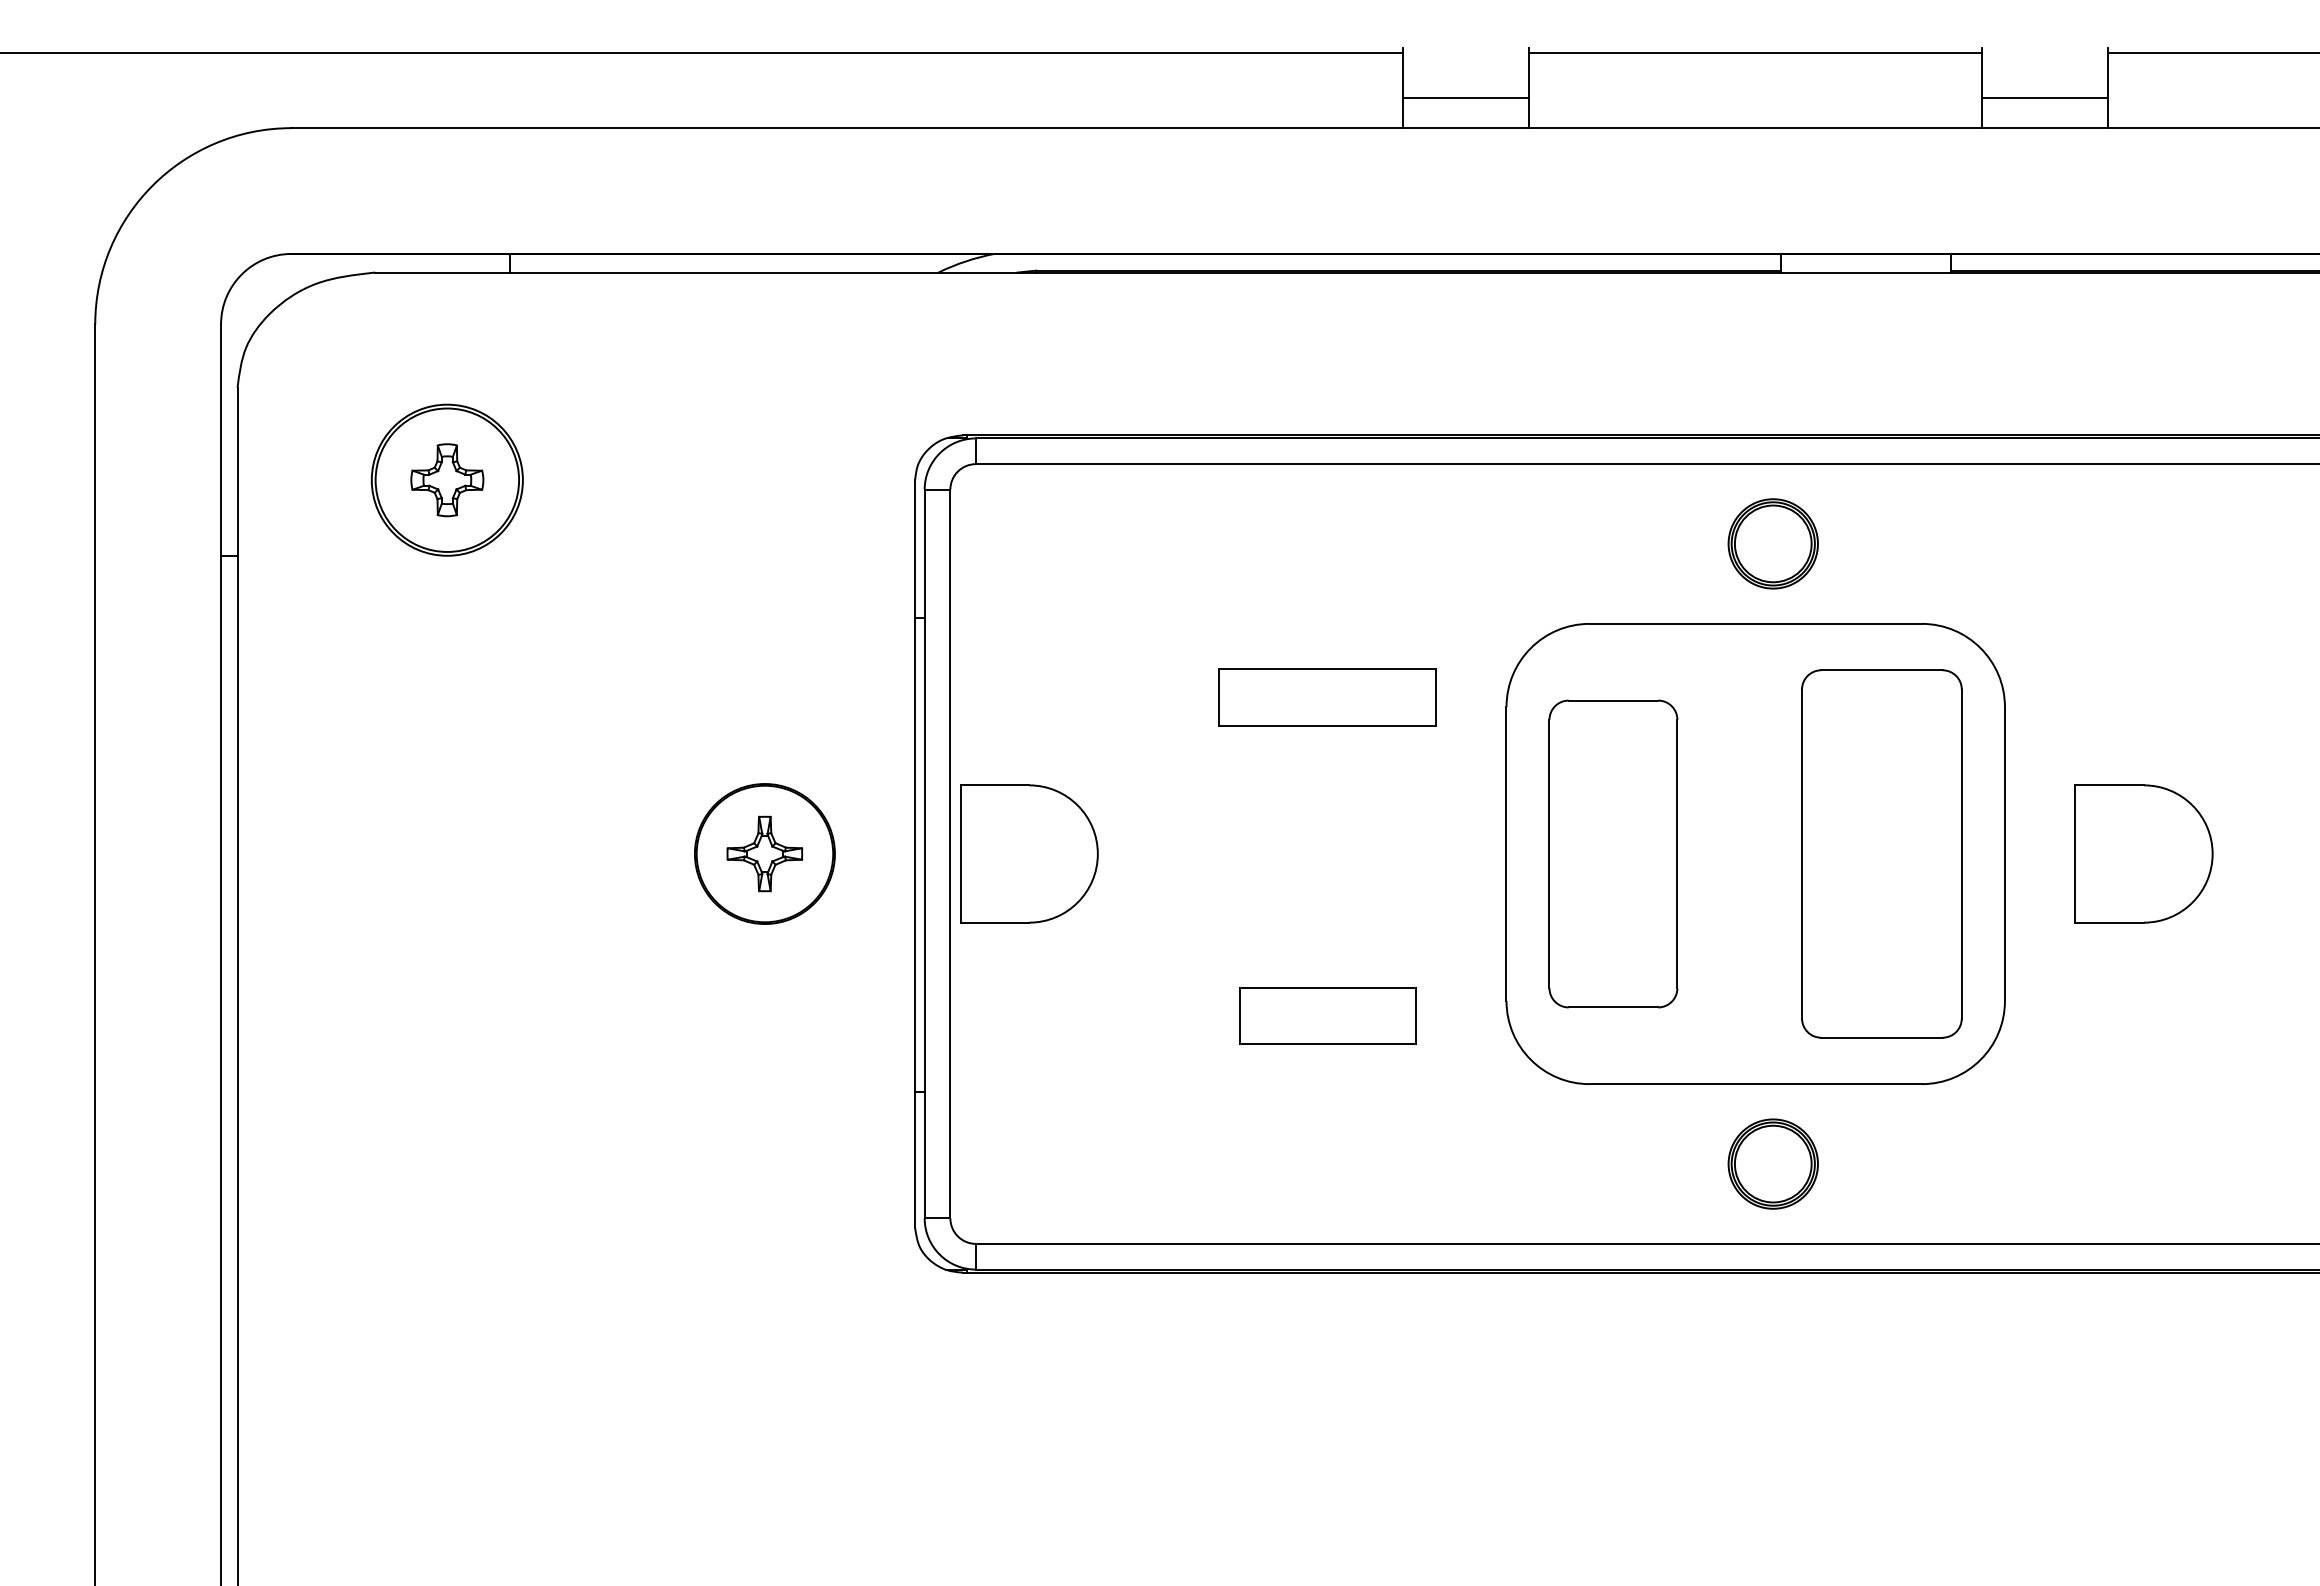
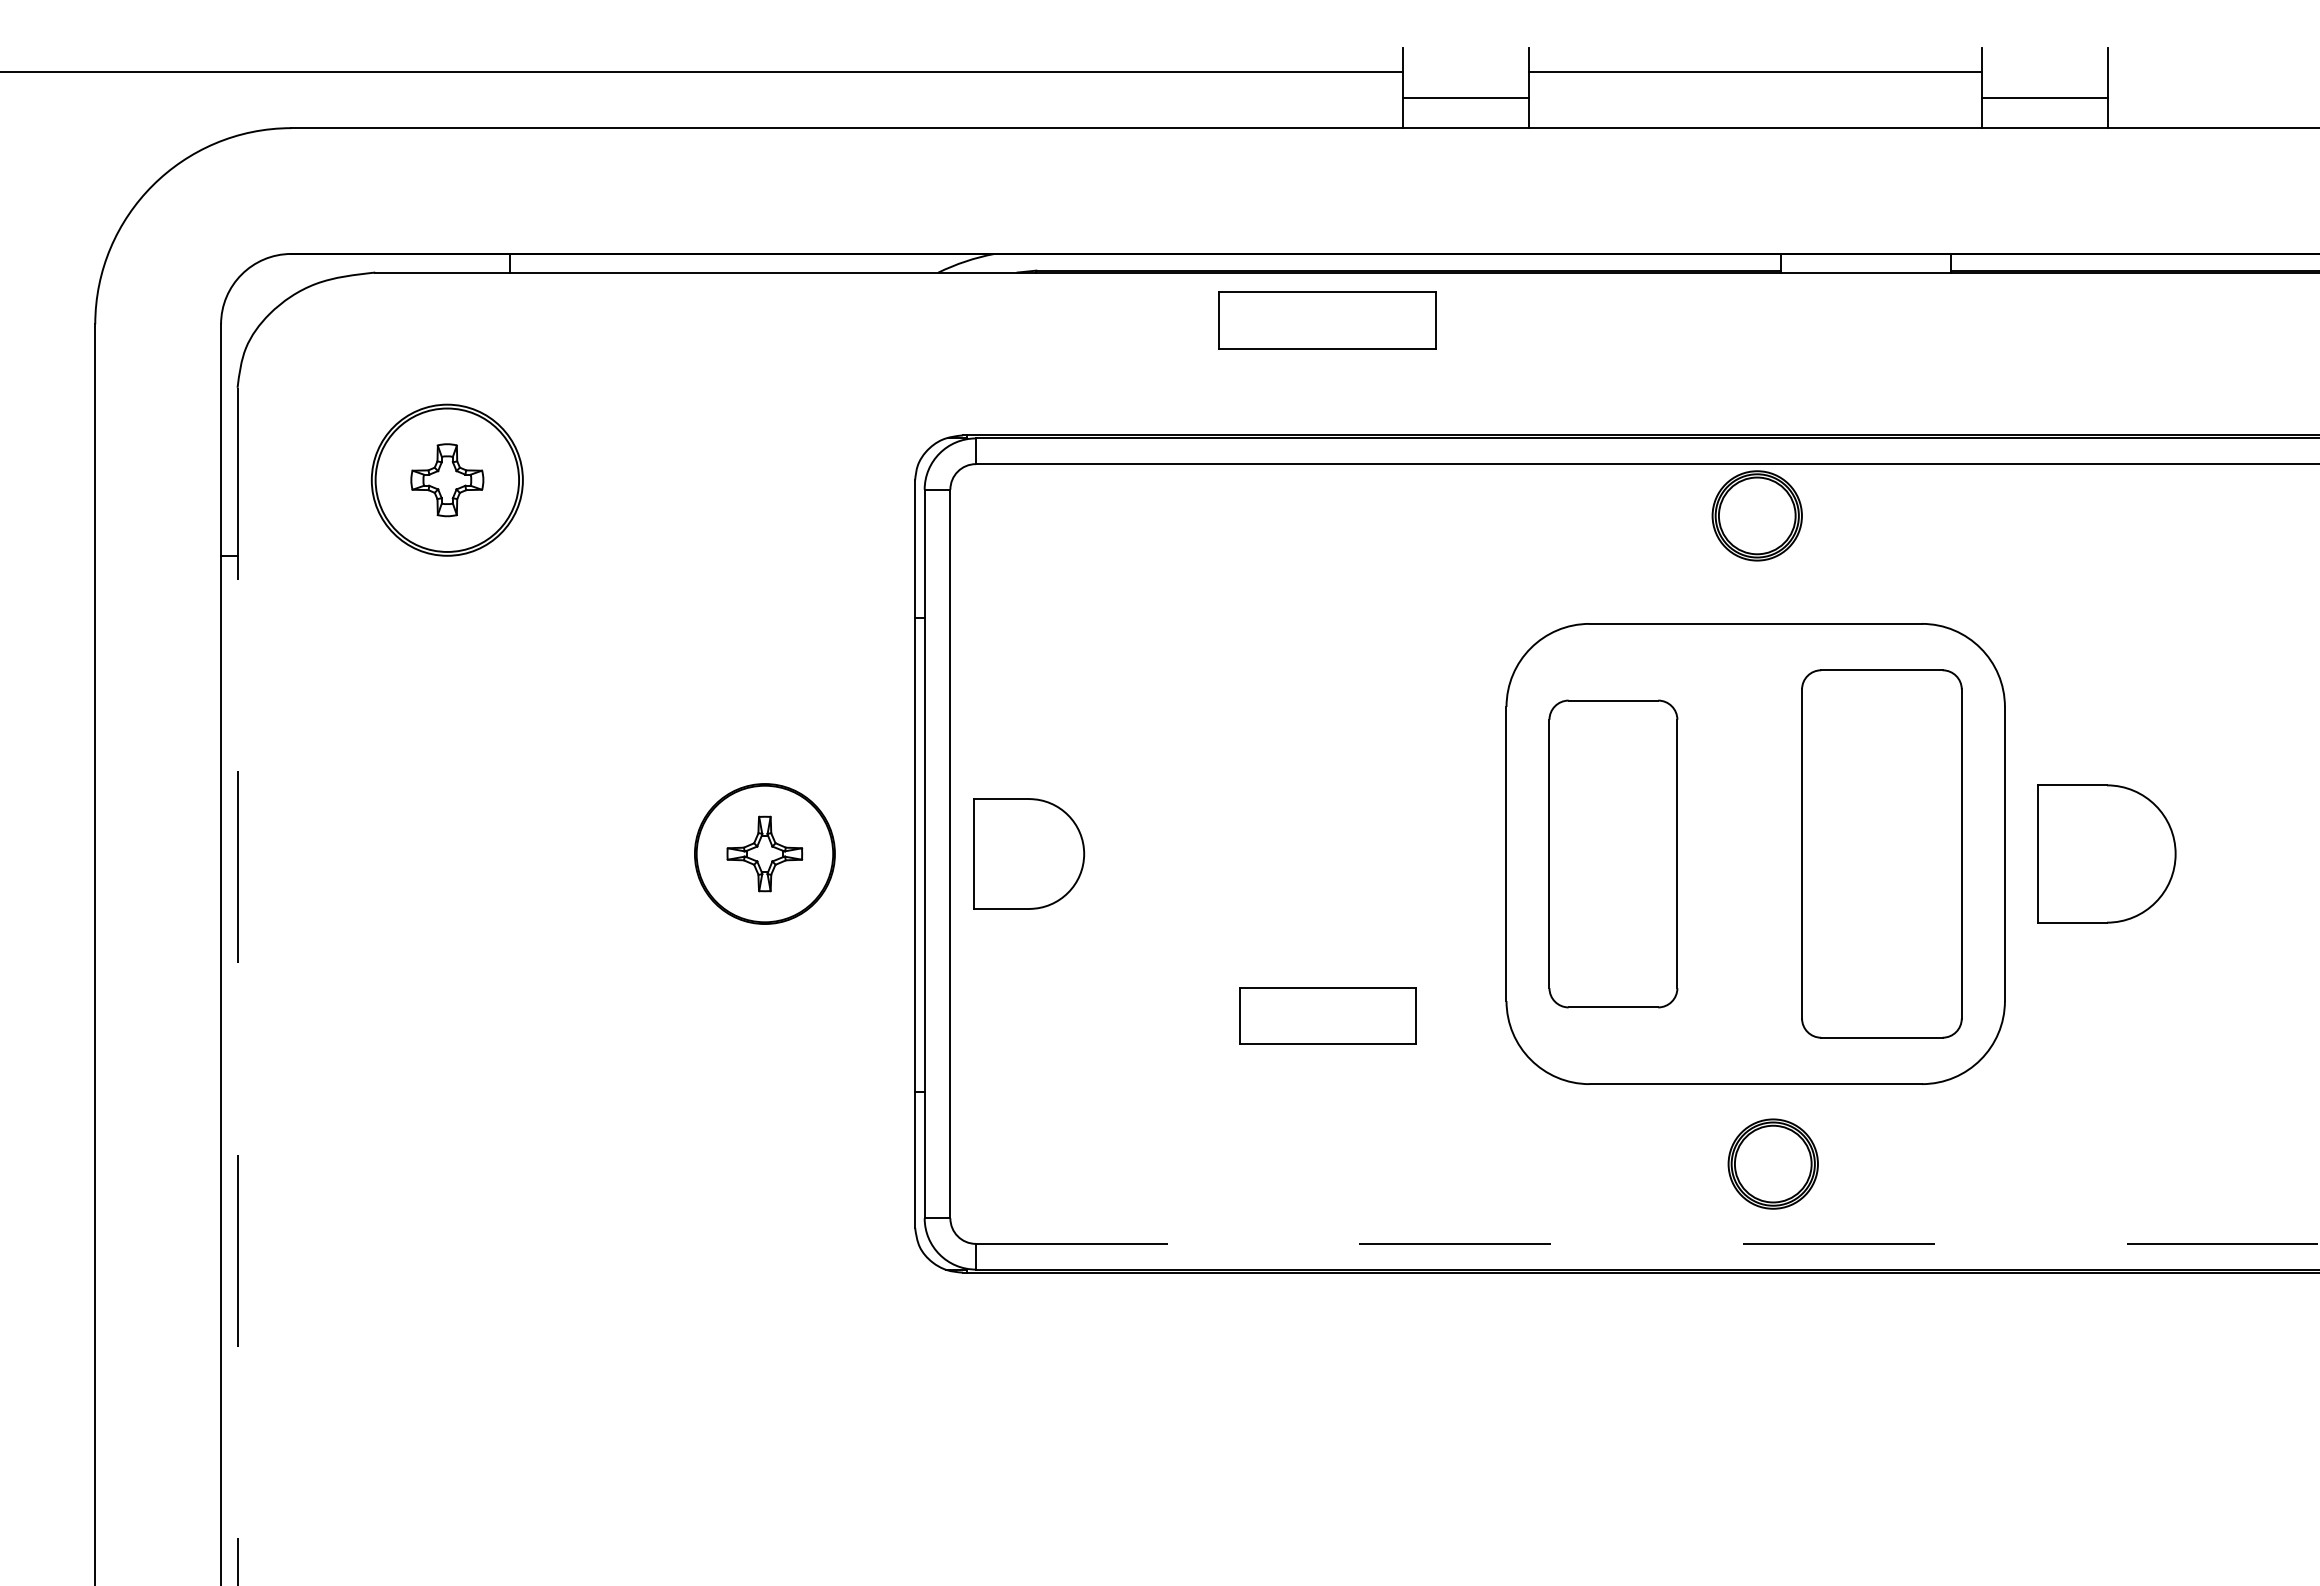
line at (702, 52) position: (702, 52) -> (702, 71)
line at (1755, 52) position: (1755, 52) -> (1755, 71)
line at (2211, 52): present -> none
part at (1772, 543) position: (1772, 543) -> (1756, 515)
part at (1327, 697) position: (1327, 697) -> (1327, 320)
part at (1029, 853) size: 139x140 px -> 113x112 px
part at (2143, 853) position: (2143, 853) -> (2106, 853)
line at (237, 986): solid -> dashed
line at (1647, 1243): solid -> dashed
